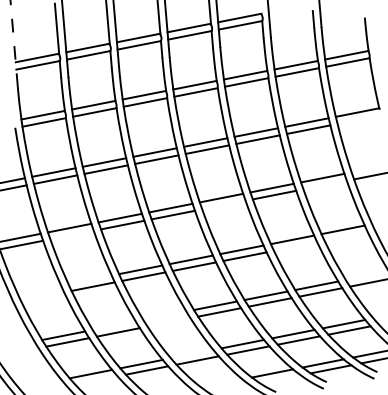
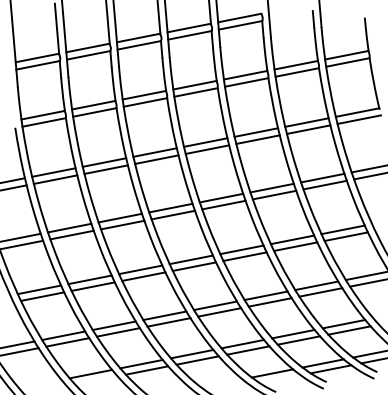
line at (14, 43): dashed -> solid
line at (359, 119): none -> present
line at (367, 169): none -> present
line at (324, 184): none -> present
line at (223, 204): none -> present
line at (71, 234): none -> present
line at (345, 236): none -> present
line at (295, 246): none -> present
line at (364, 276): none -> present
line at (89, 279): none -> present
line at (39, 289): none -> present
line at (42, 296): none -> present
line at (164, 315): none -> present
line at (168, 322): none -> present
line at (113, 325): none -> present
line at (18, 344): none -> present
line at (20, 351): none -> present
line at (191, 353): none -> present
